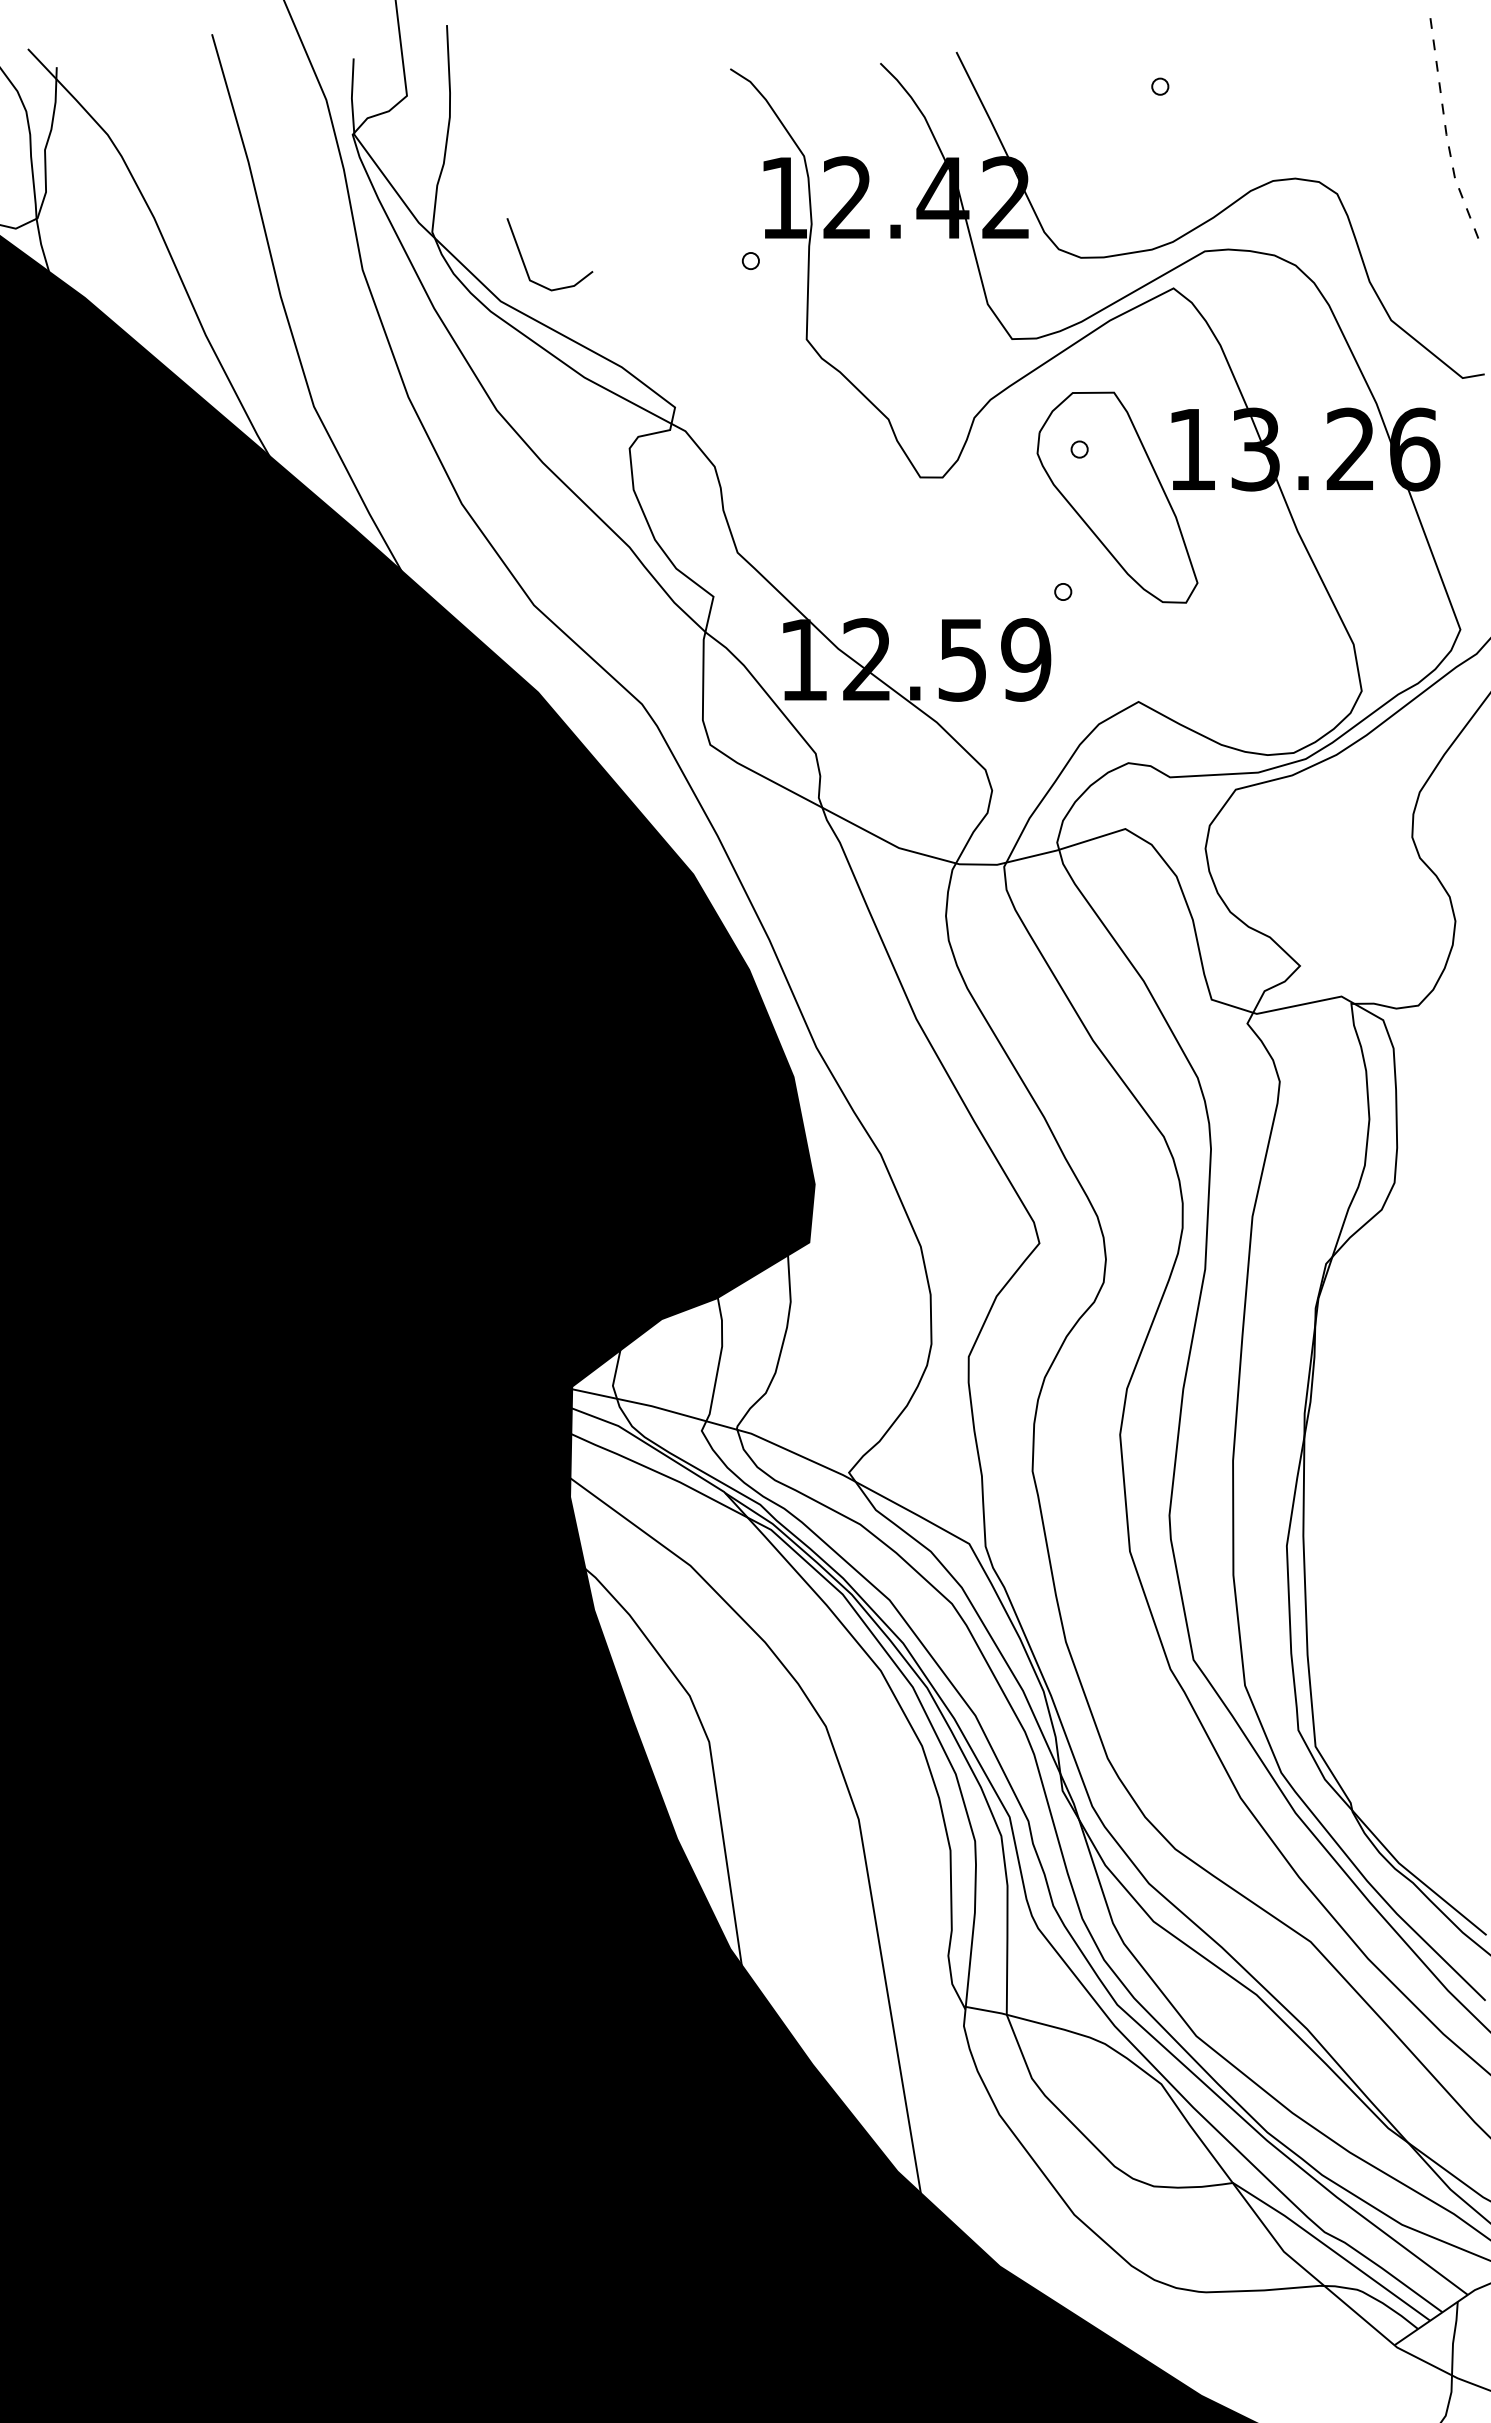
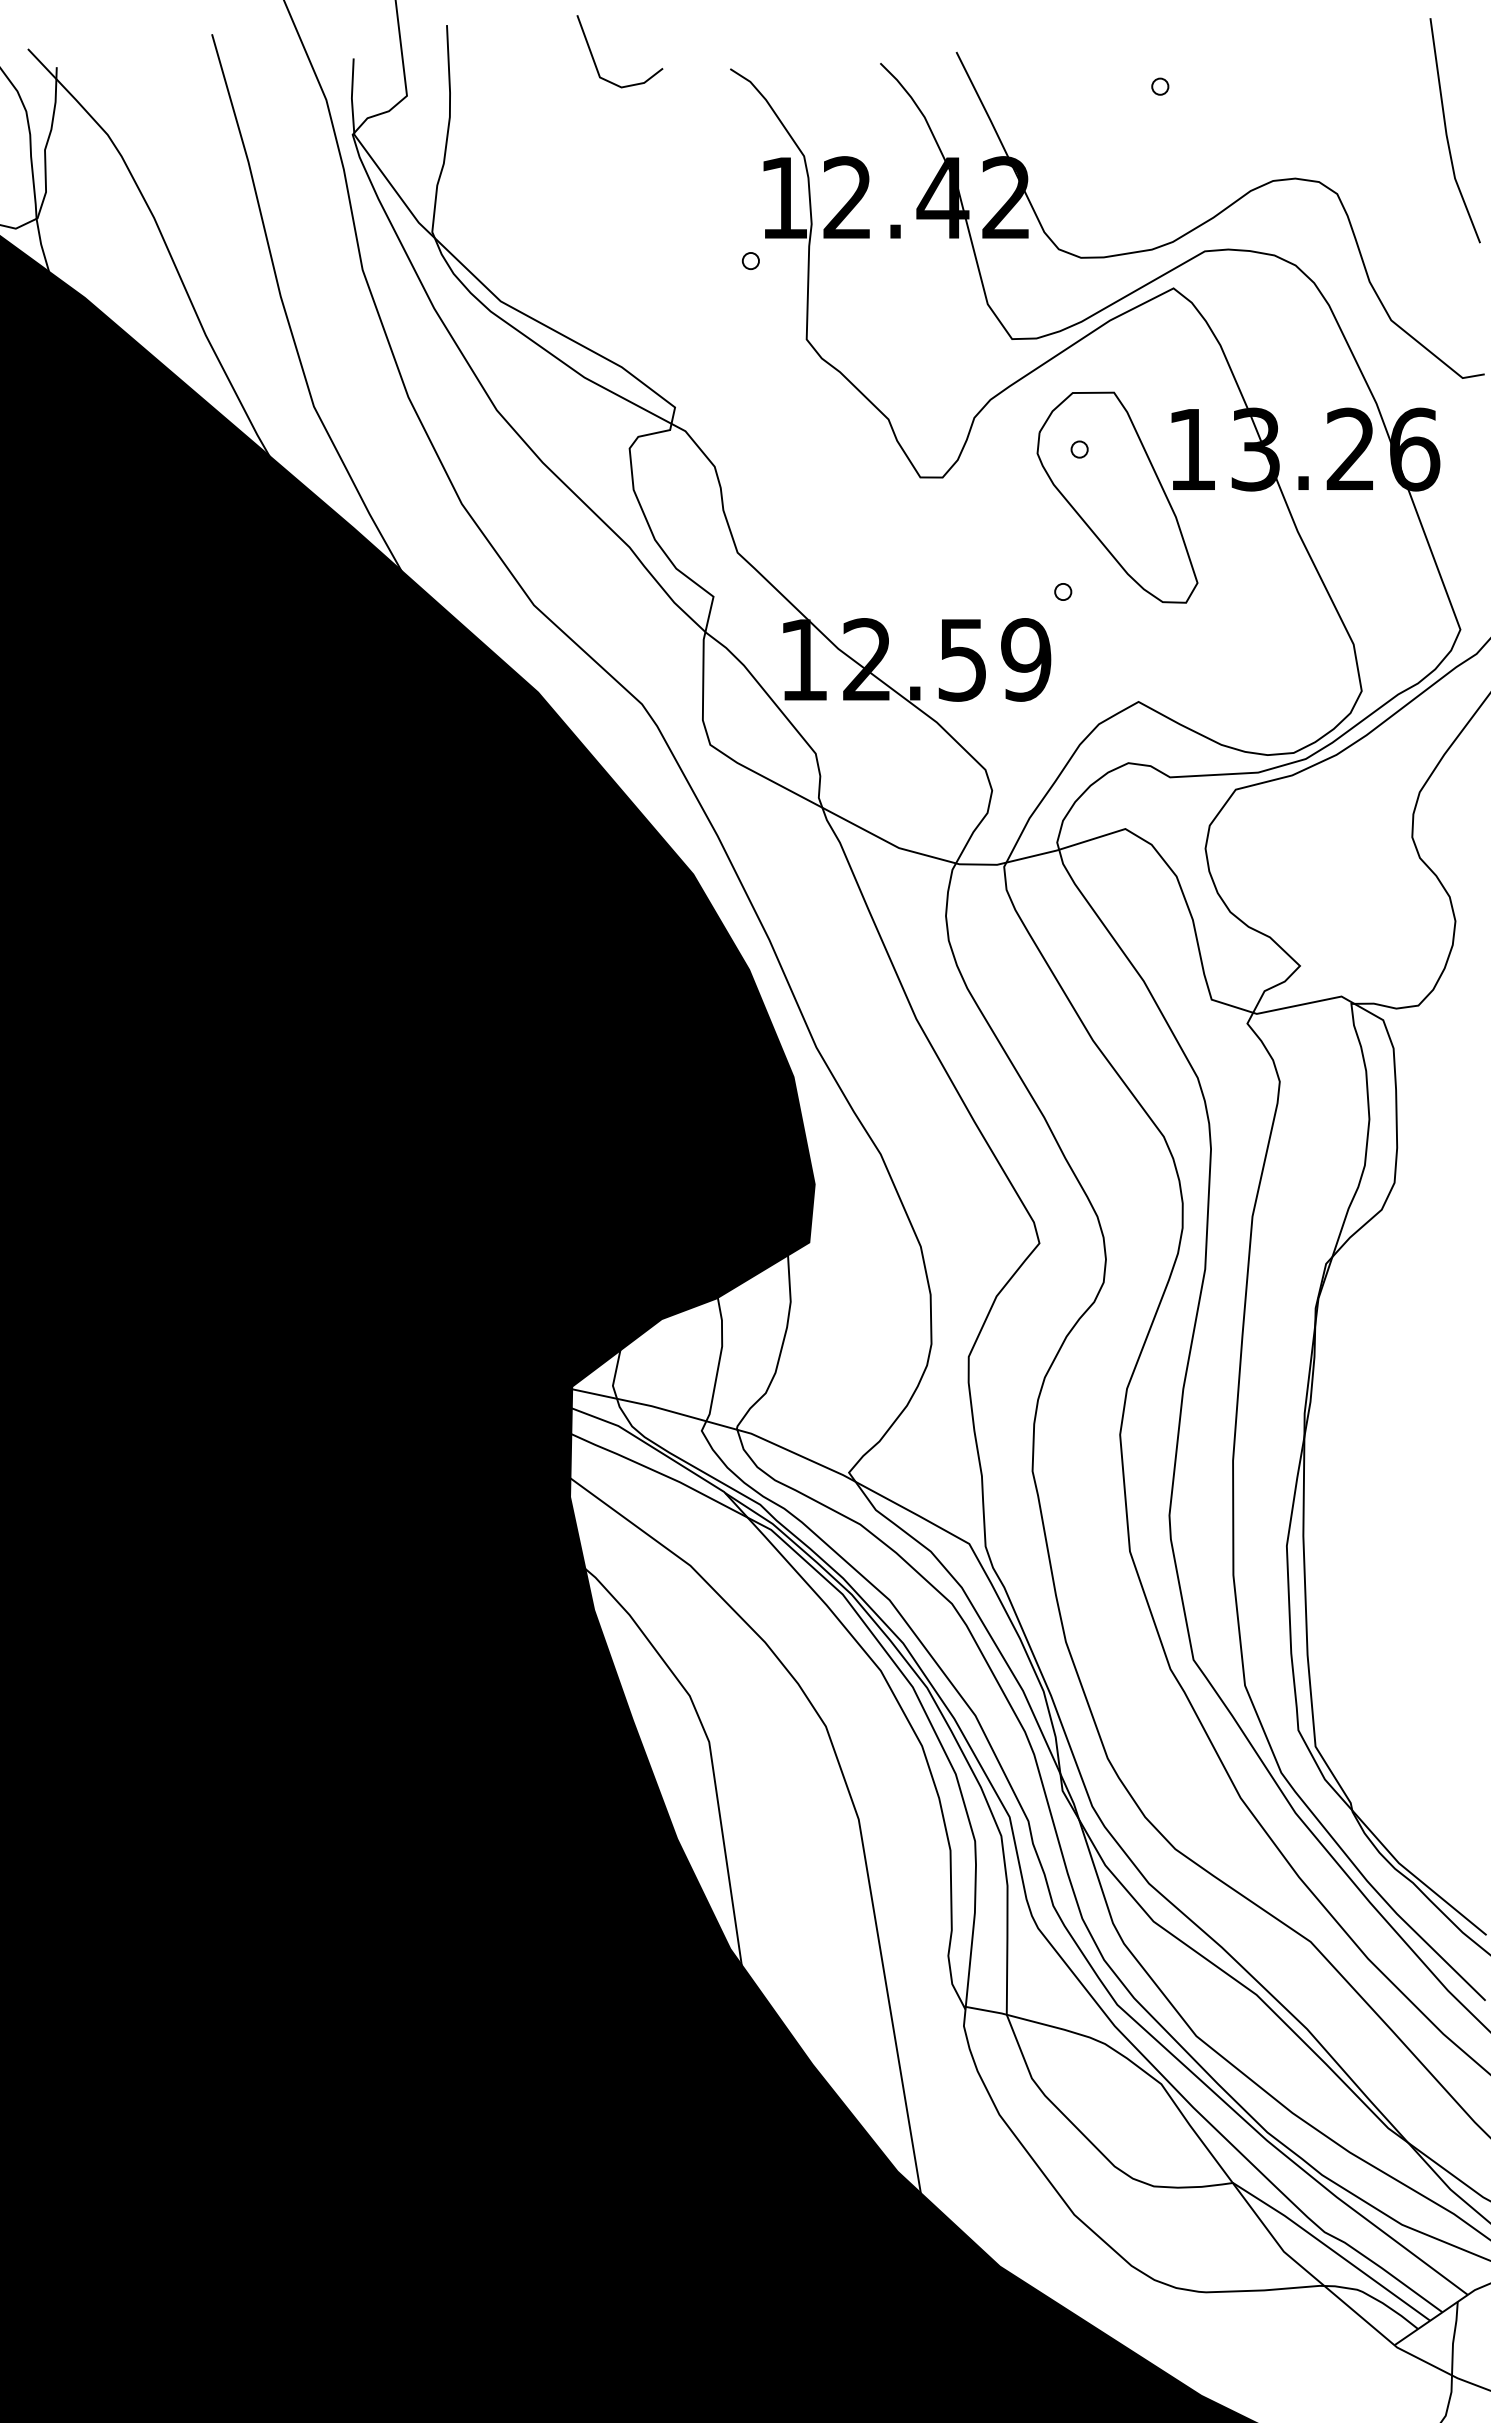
line at (1446, 134): dashed -> solid
line at (525, 264) position: (525, 264) -> (595, 61)
